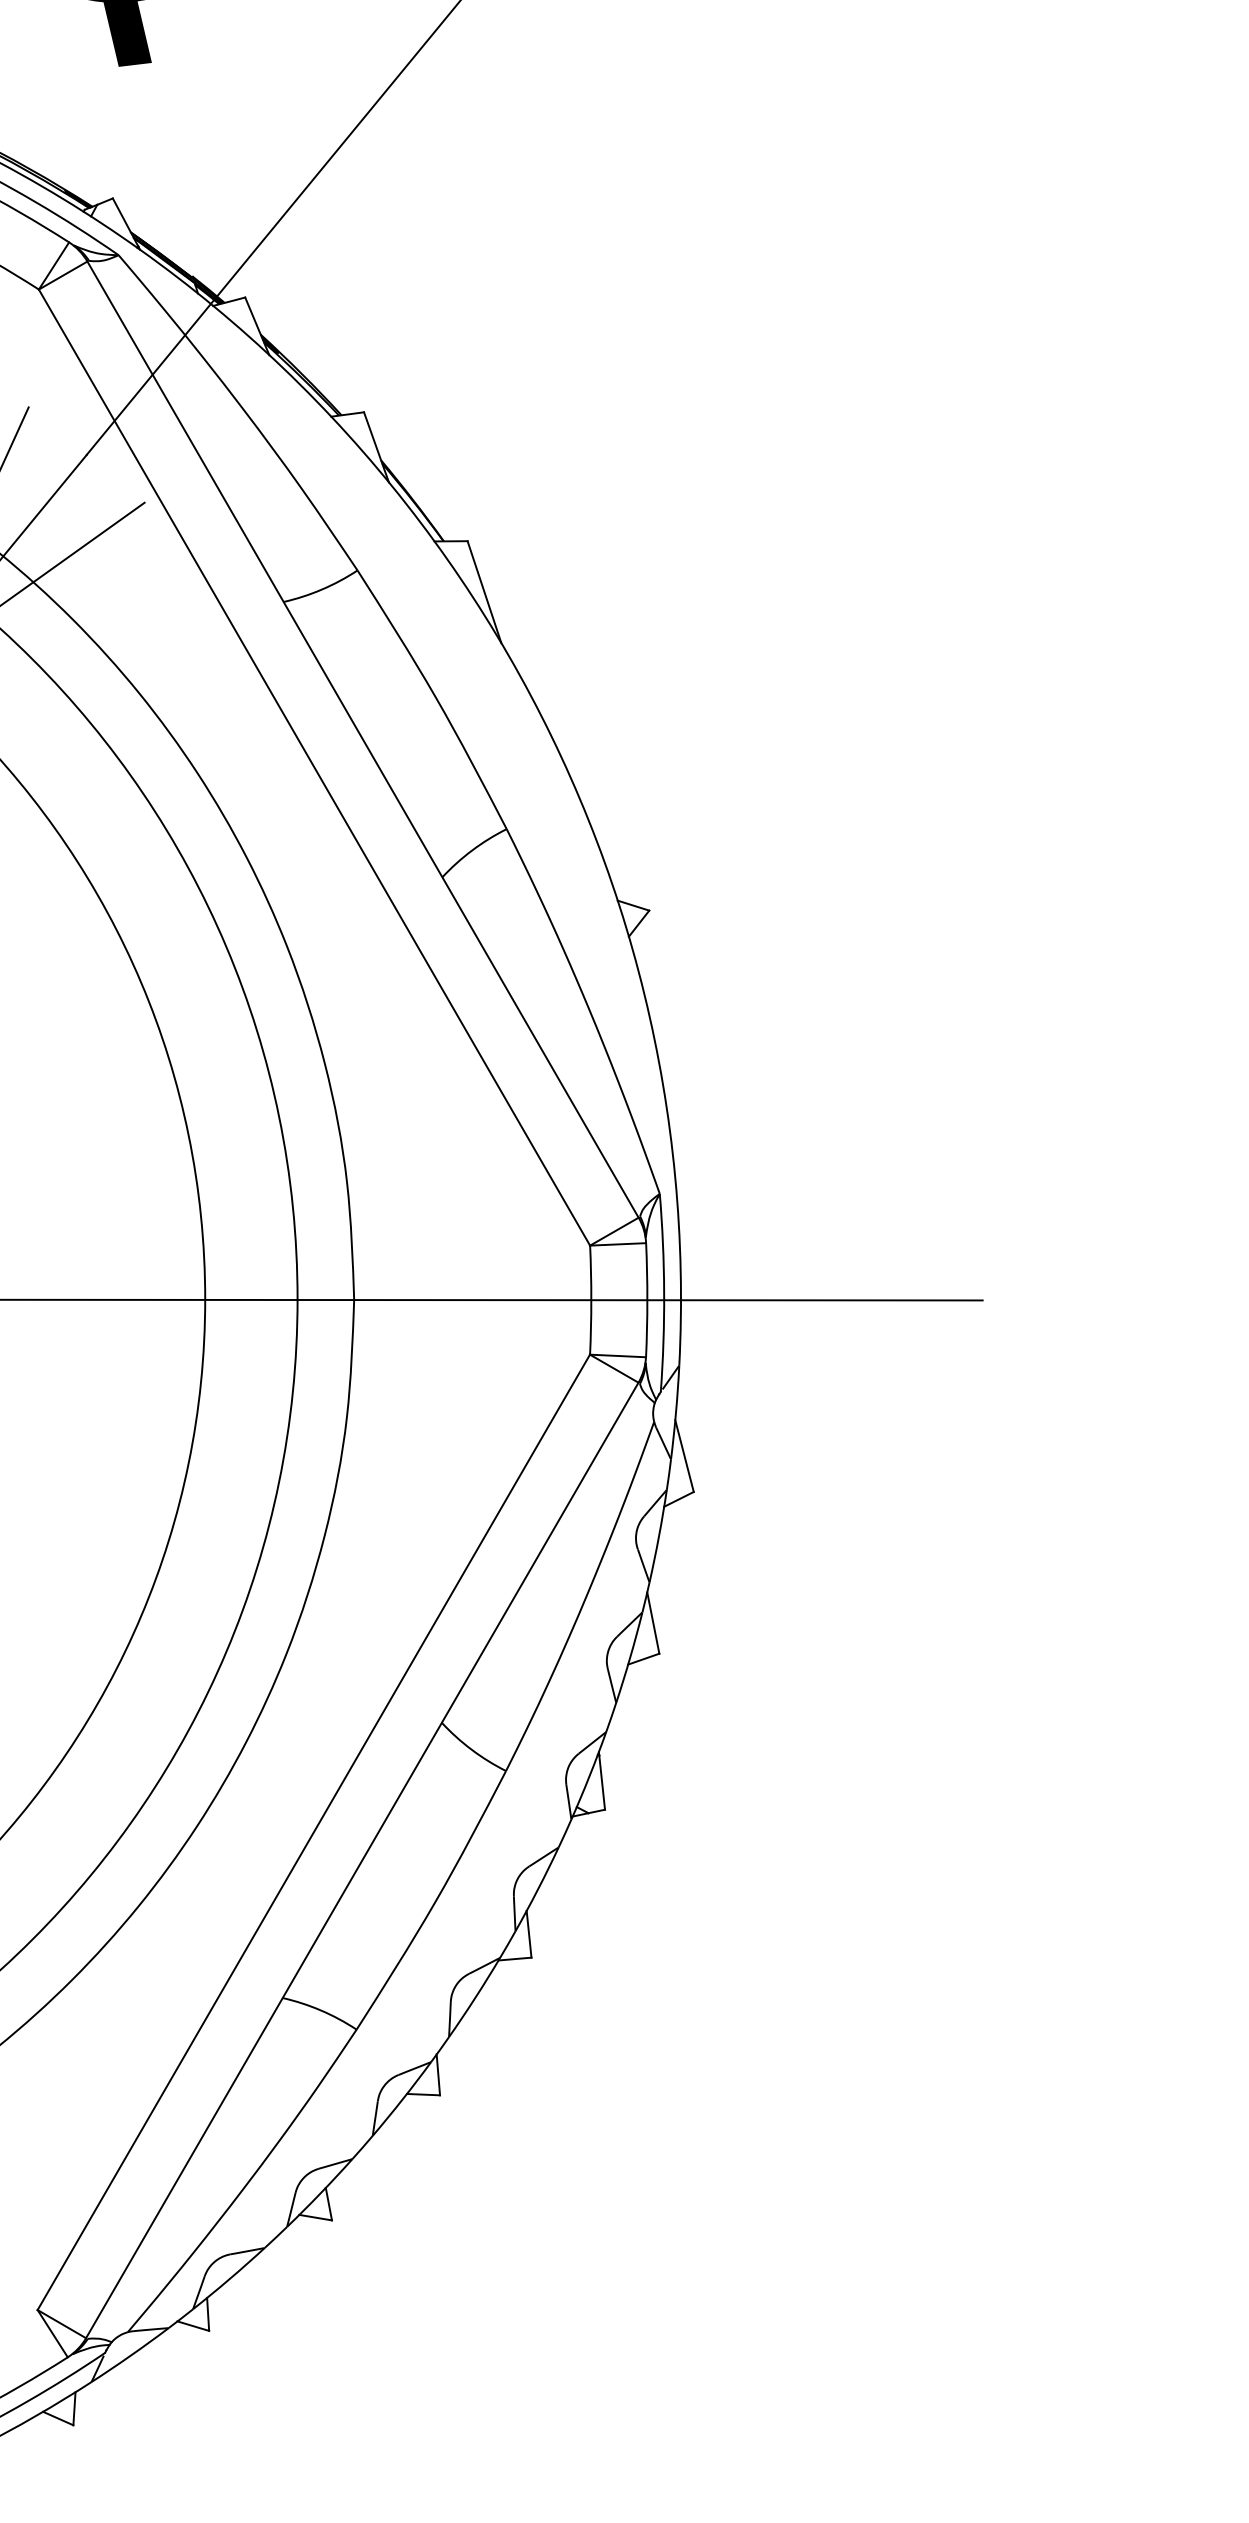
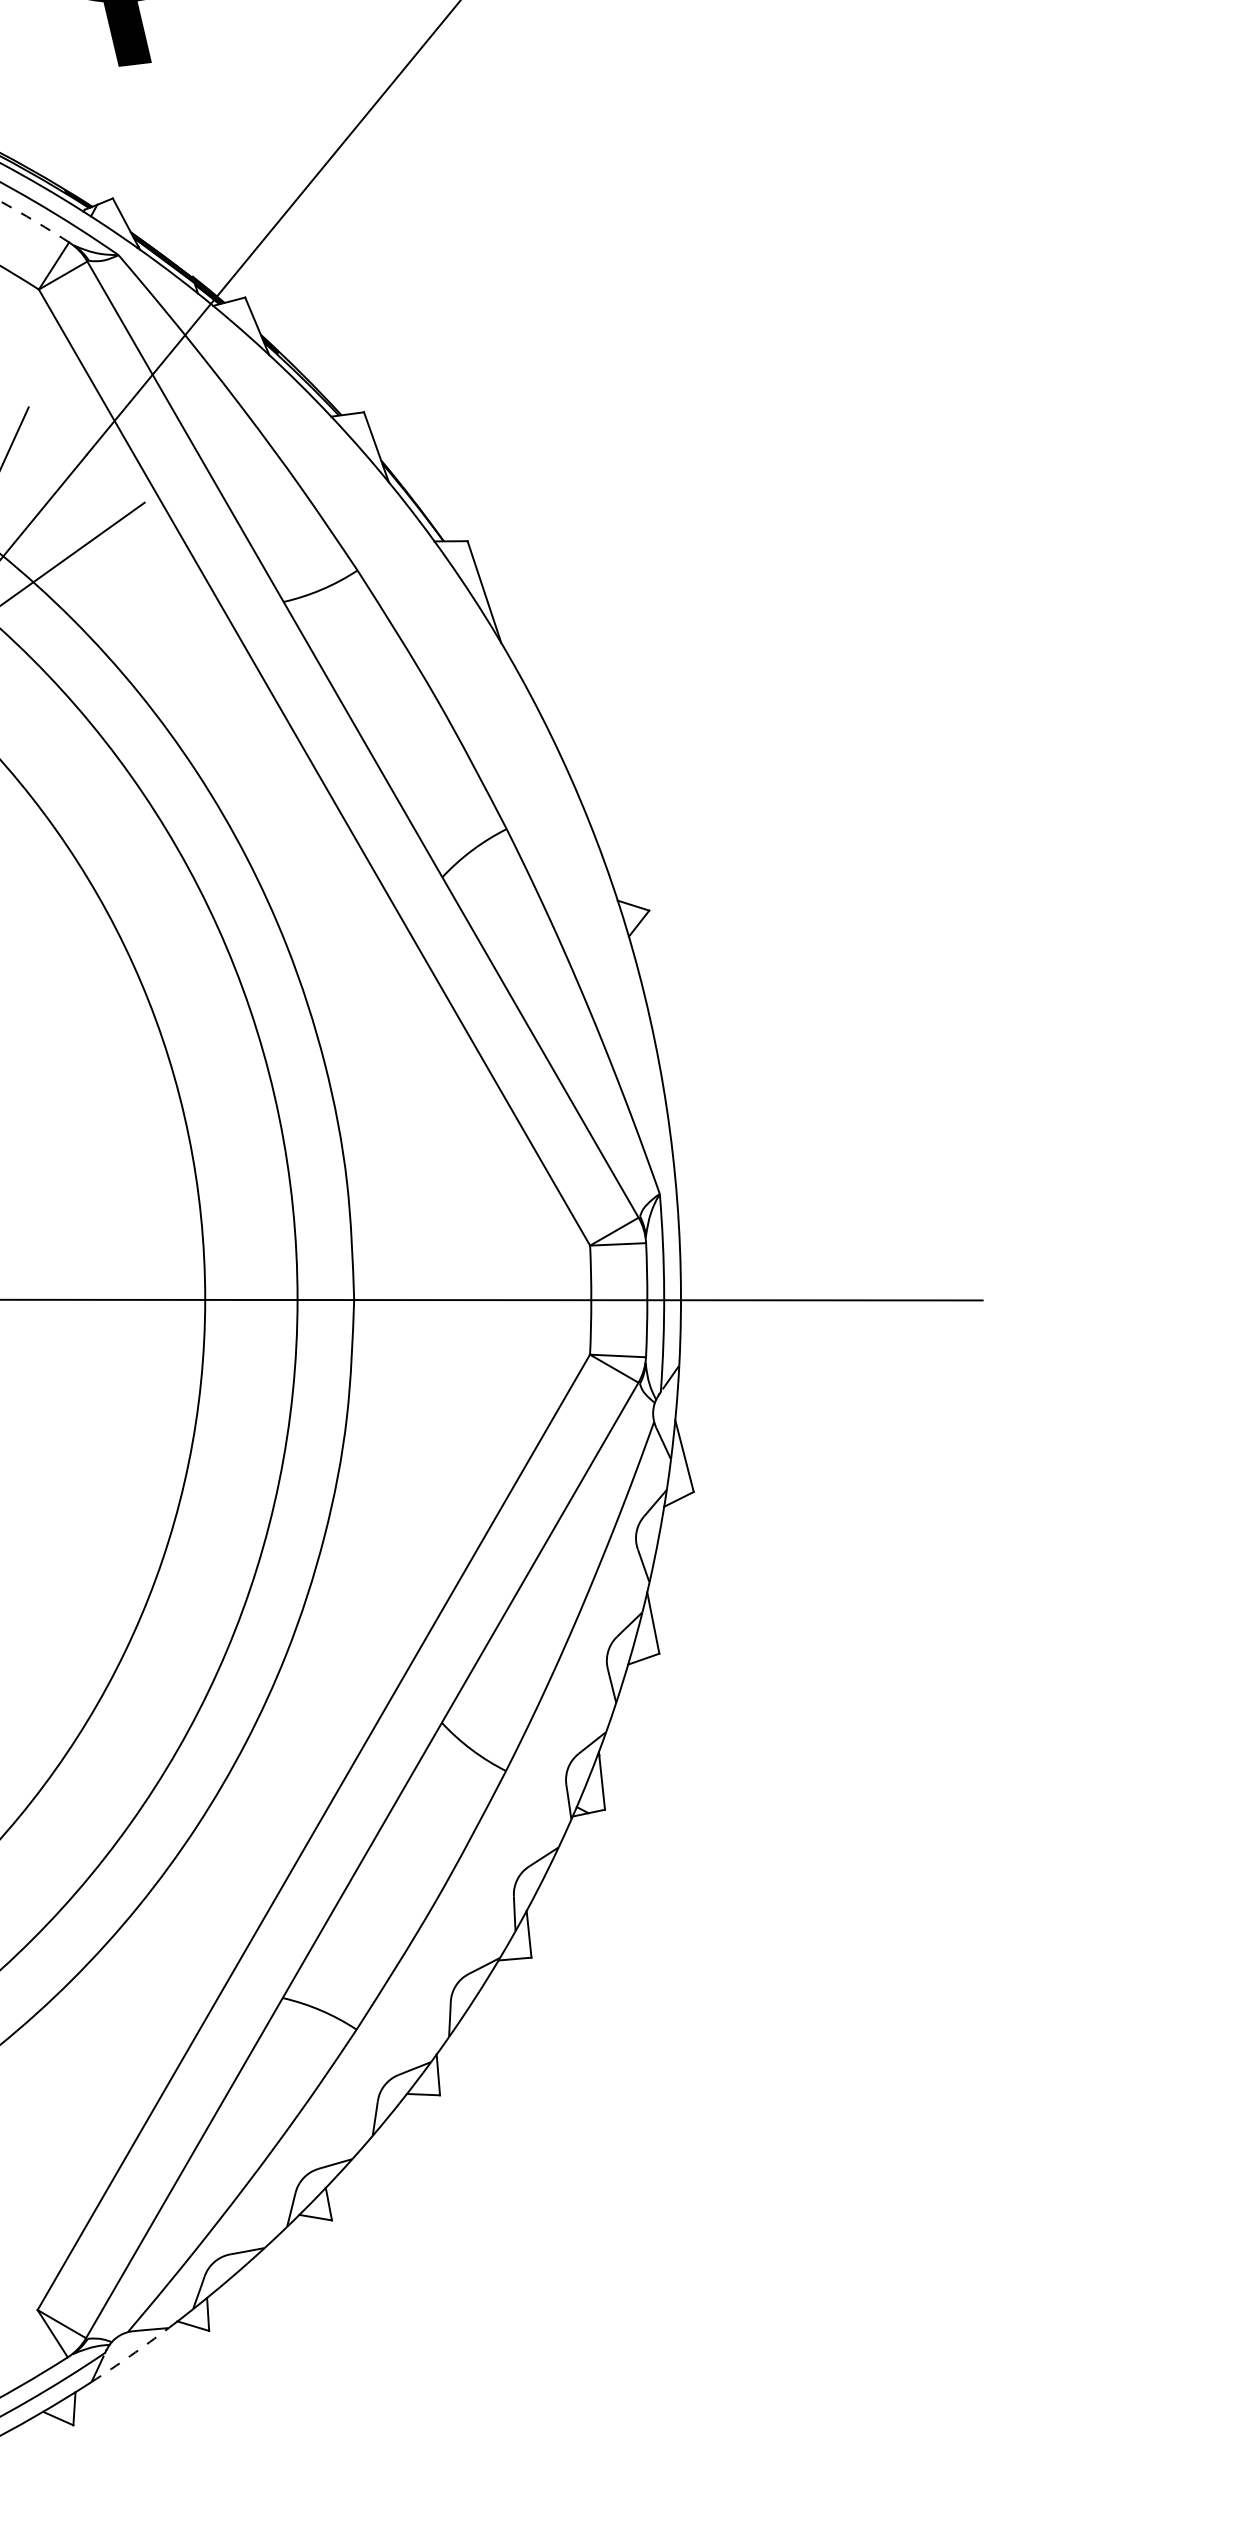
arc at (34, 221): solid -> dashed
arc at (130, 2355): solid -> dashed
